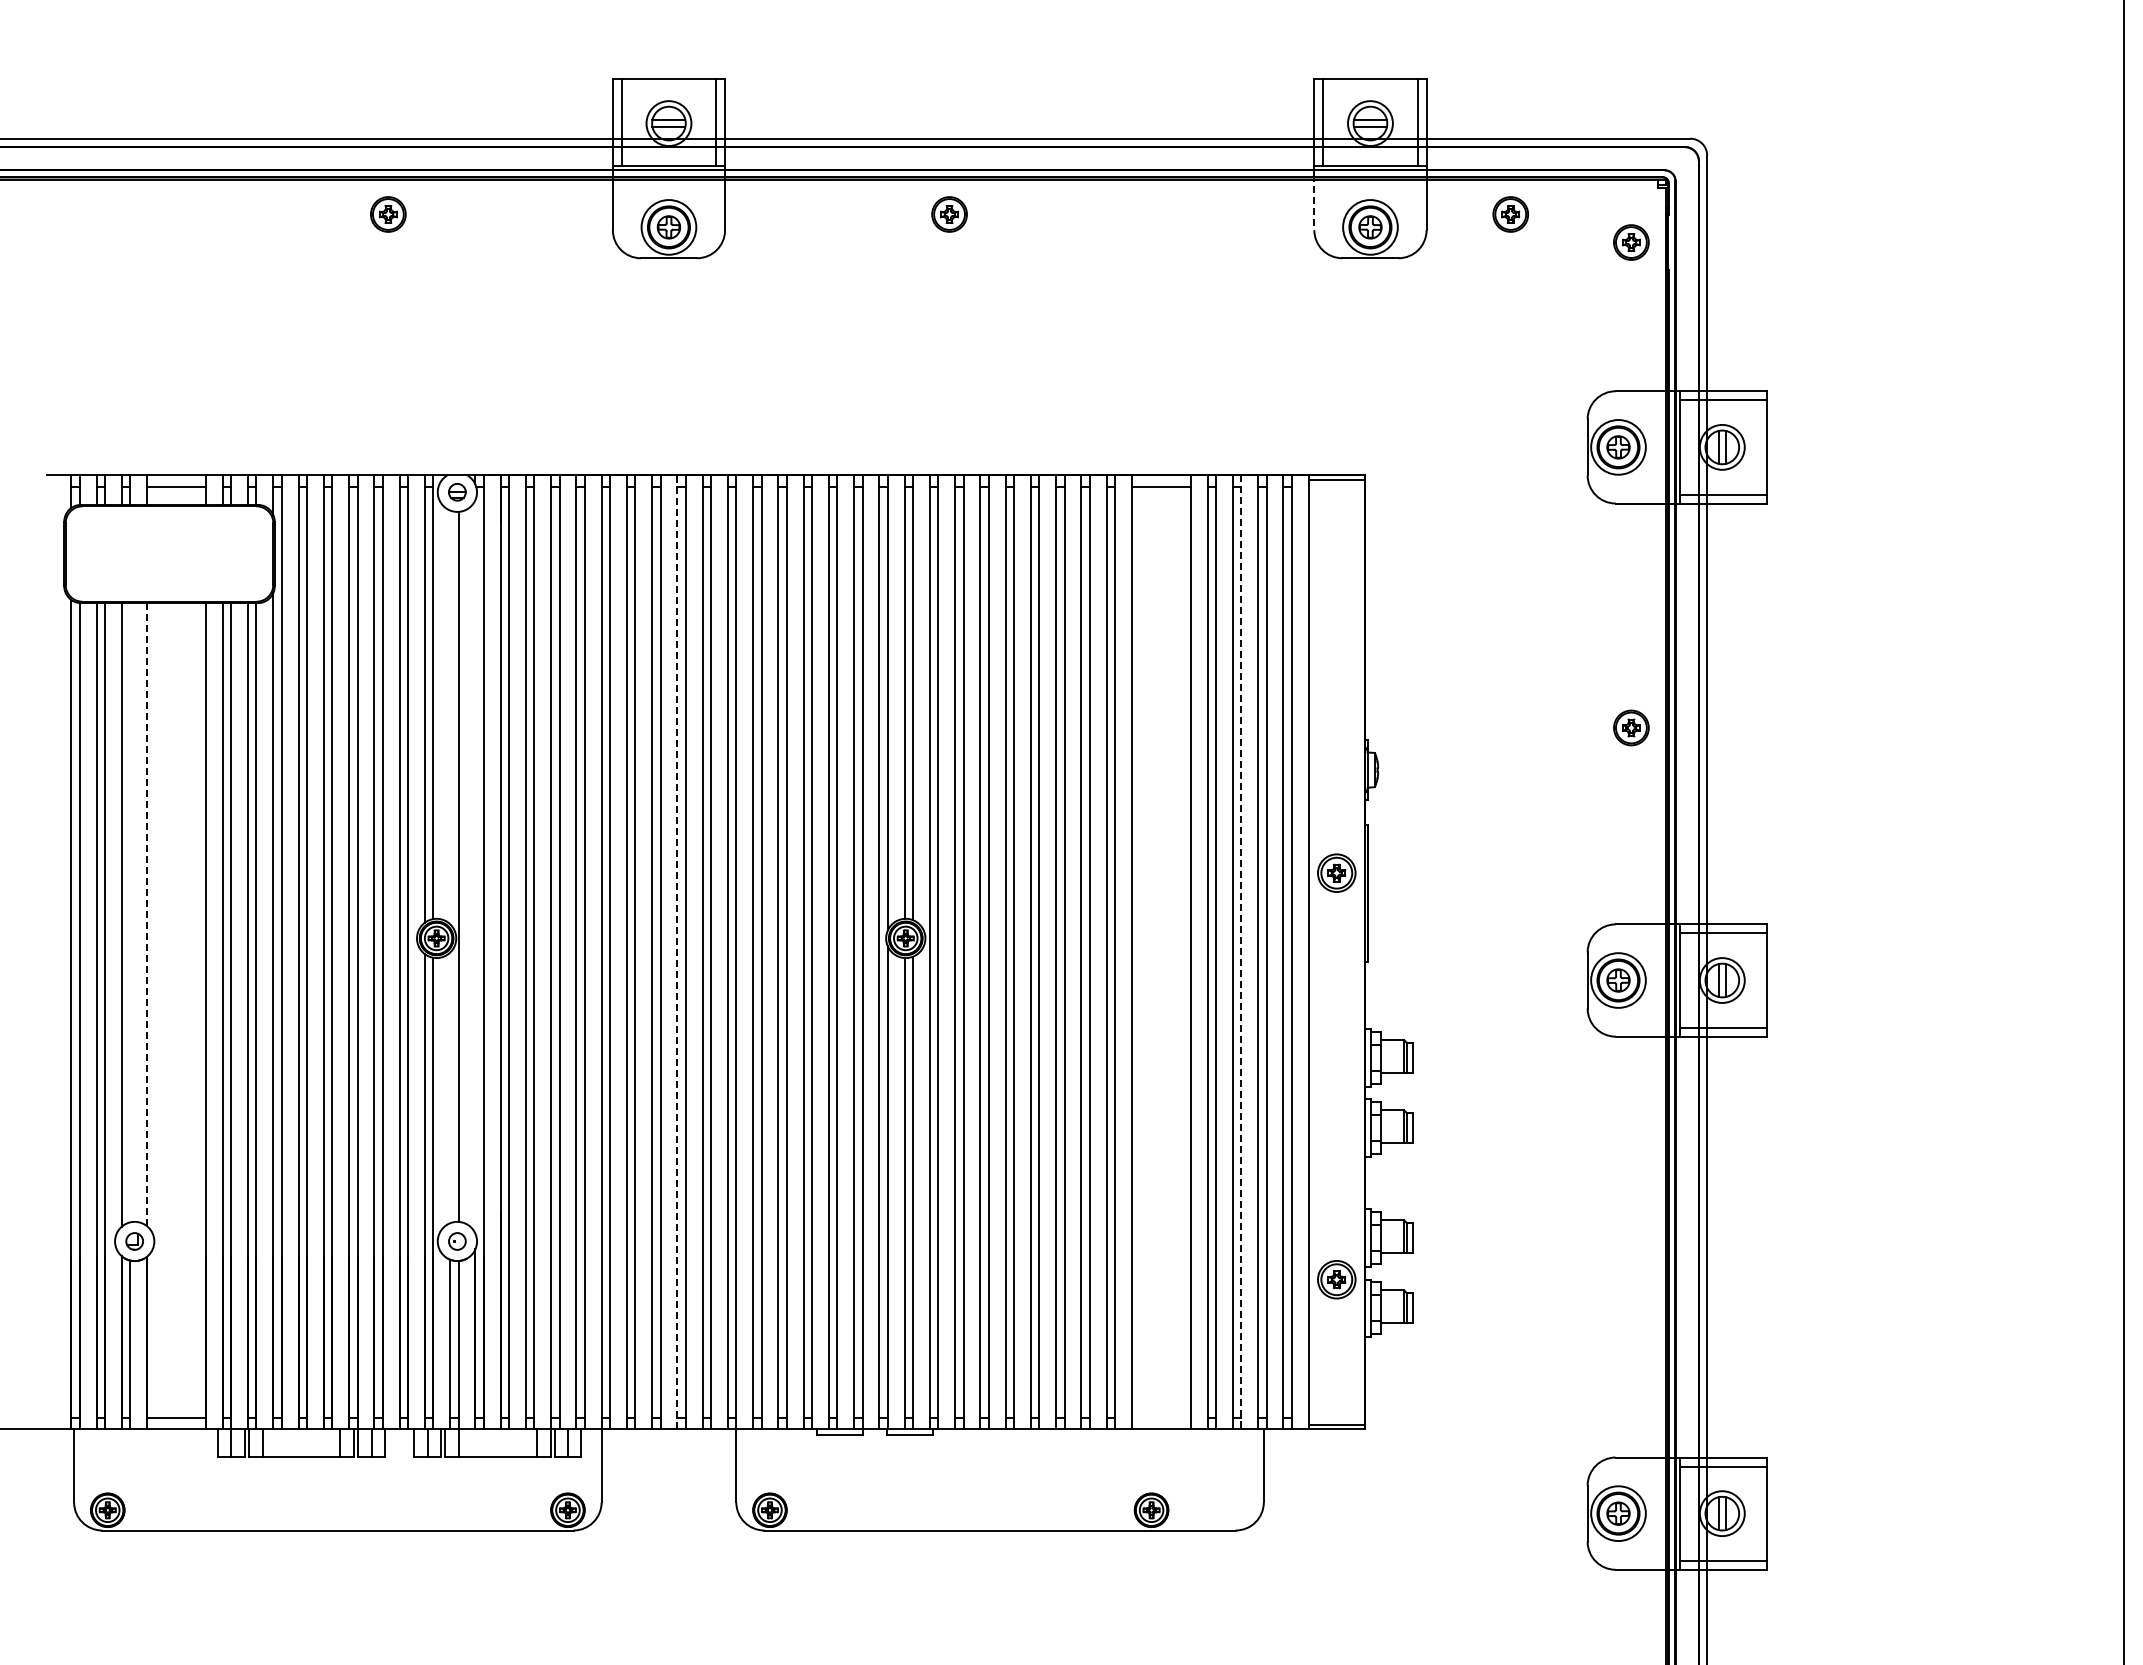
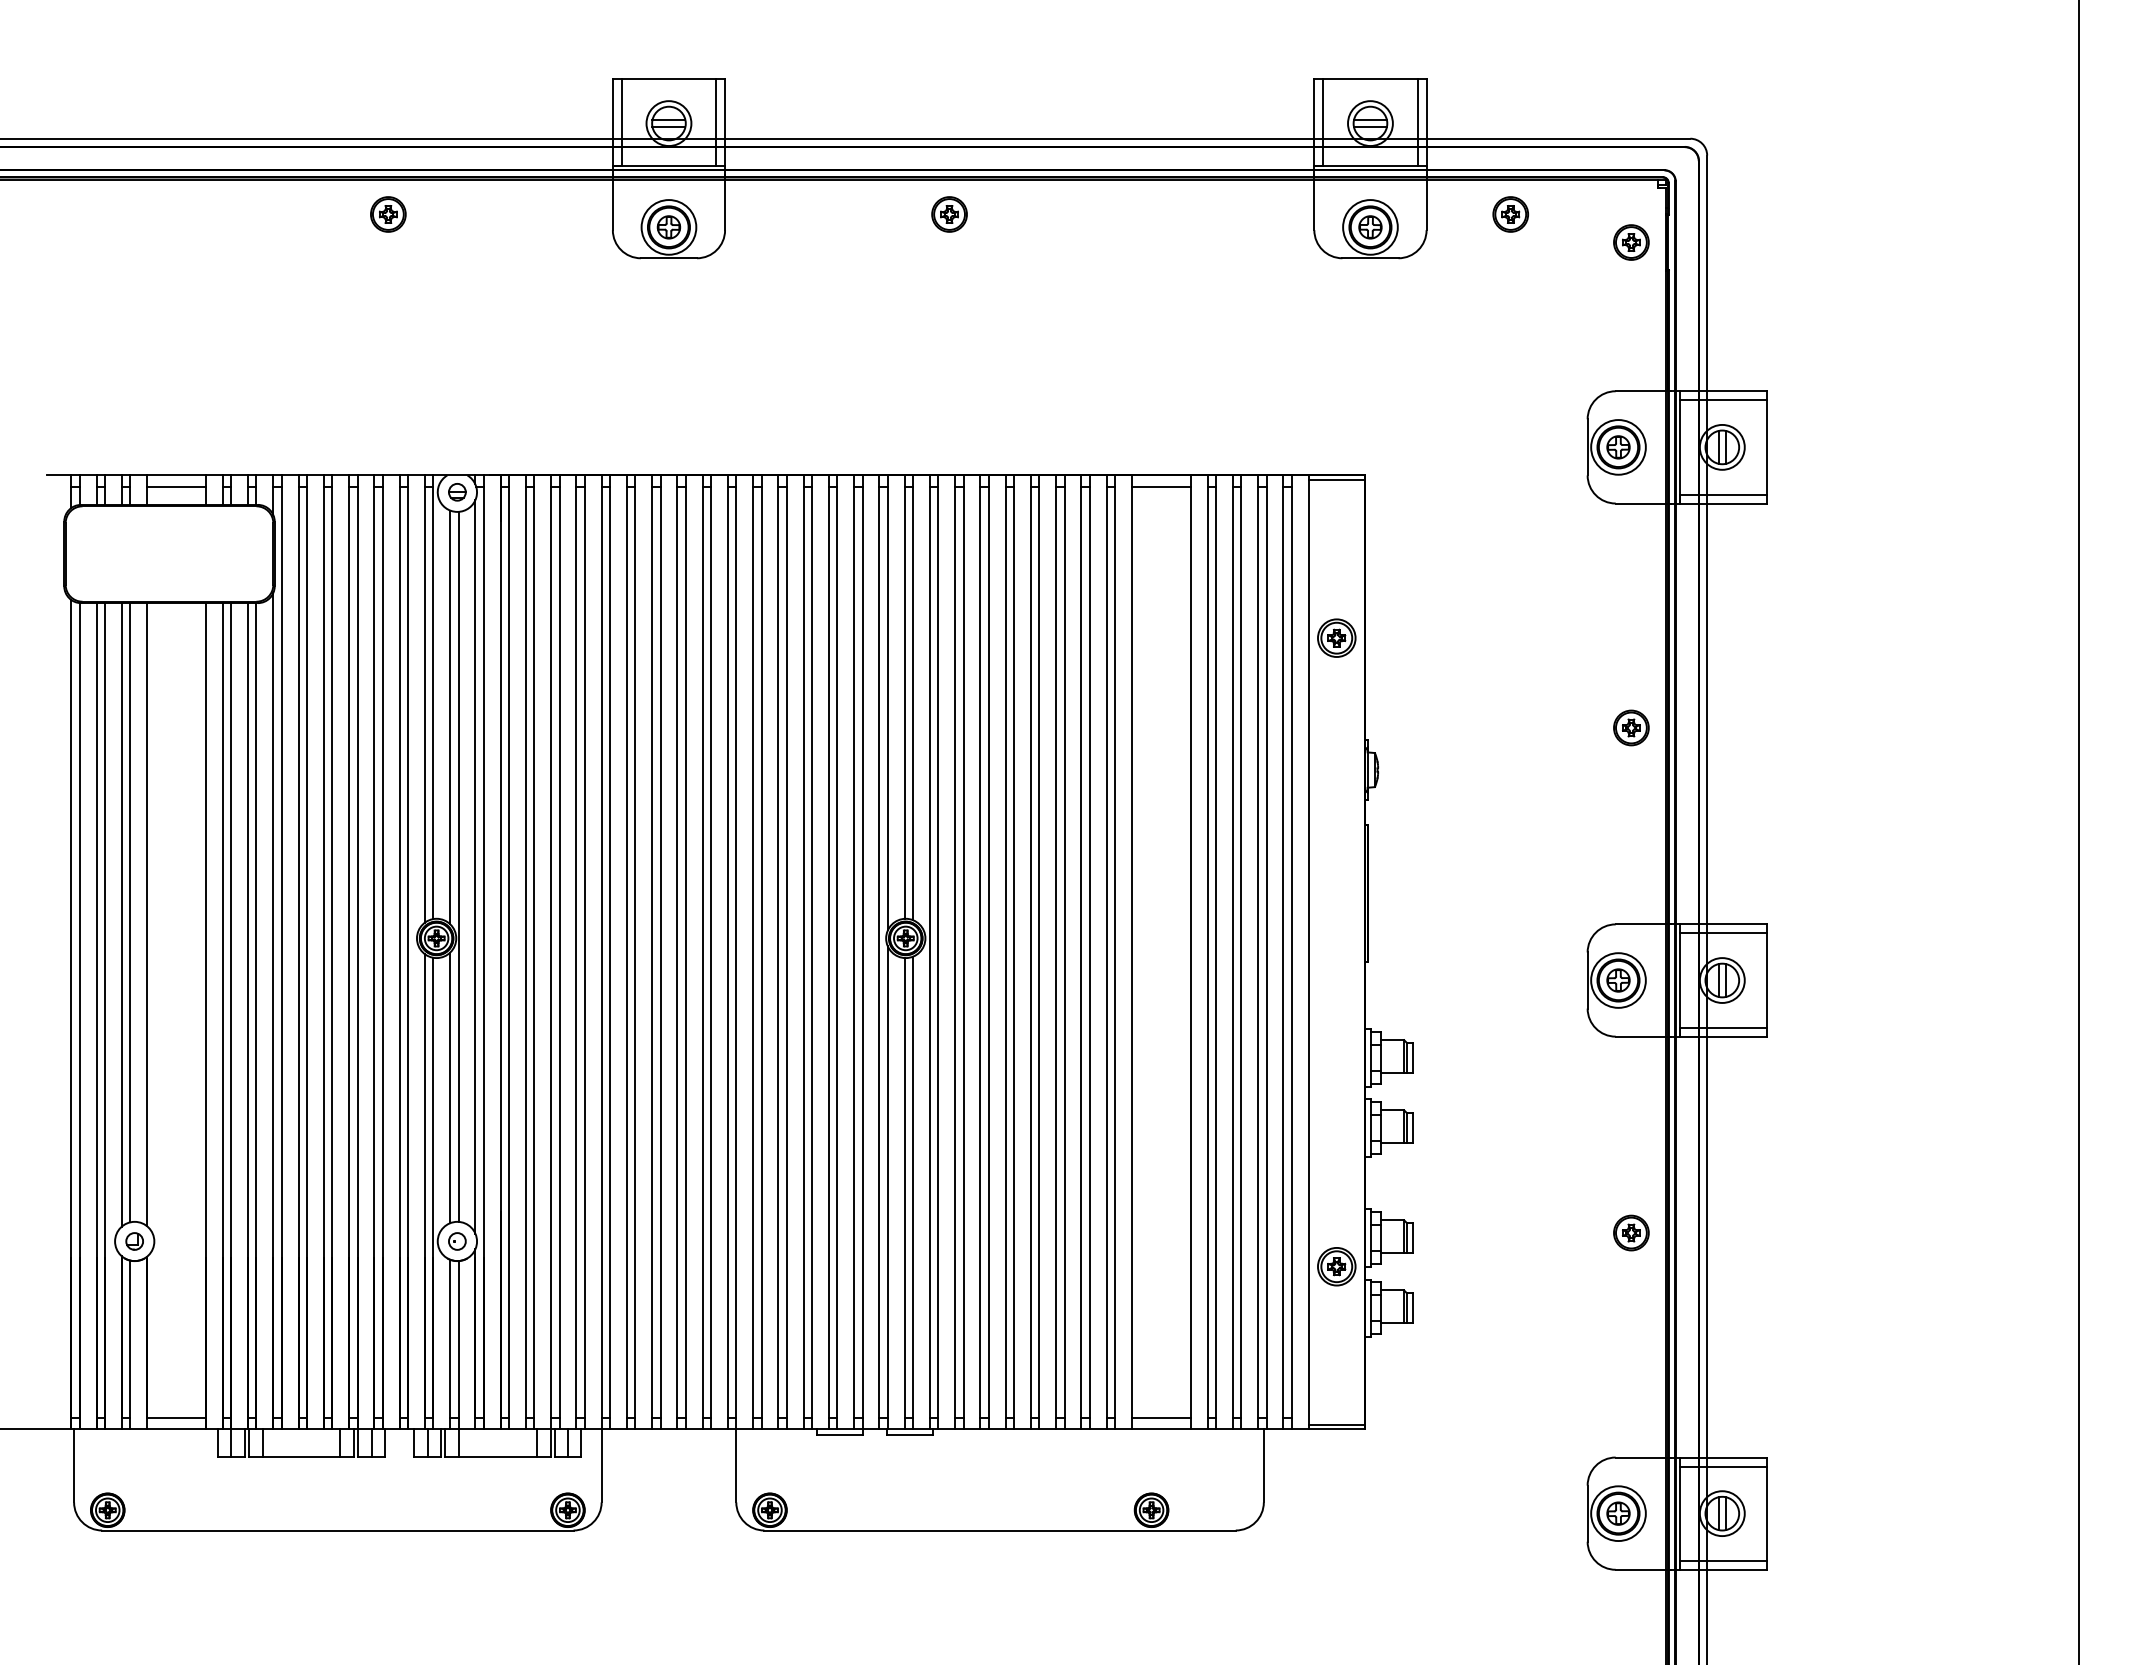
line at (1314, 202): dashed -> solid
line at (450, 717): none -> present
line at (2123, 831) position: (2123, 831) -> (2078, 831)
line at (475, 866): none -> present
part at (1336, 872) position: (1336, 872) -> (1336, 637)
line at (130, 912): none -> present
line at (147, 914): dashed -> solid
line at (677, 951): dashed -> solid
line at (1241, 952): dashed -> solid
line at (450, 1087): none -> present
part at (1631, 1232): none -> present
part at (1336, 1279) position: (1336, 1279) -> (1336, 1266)
line at (1160, 1418): none -> present
